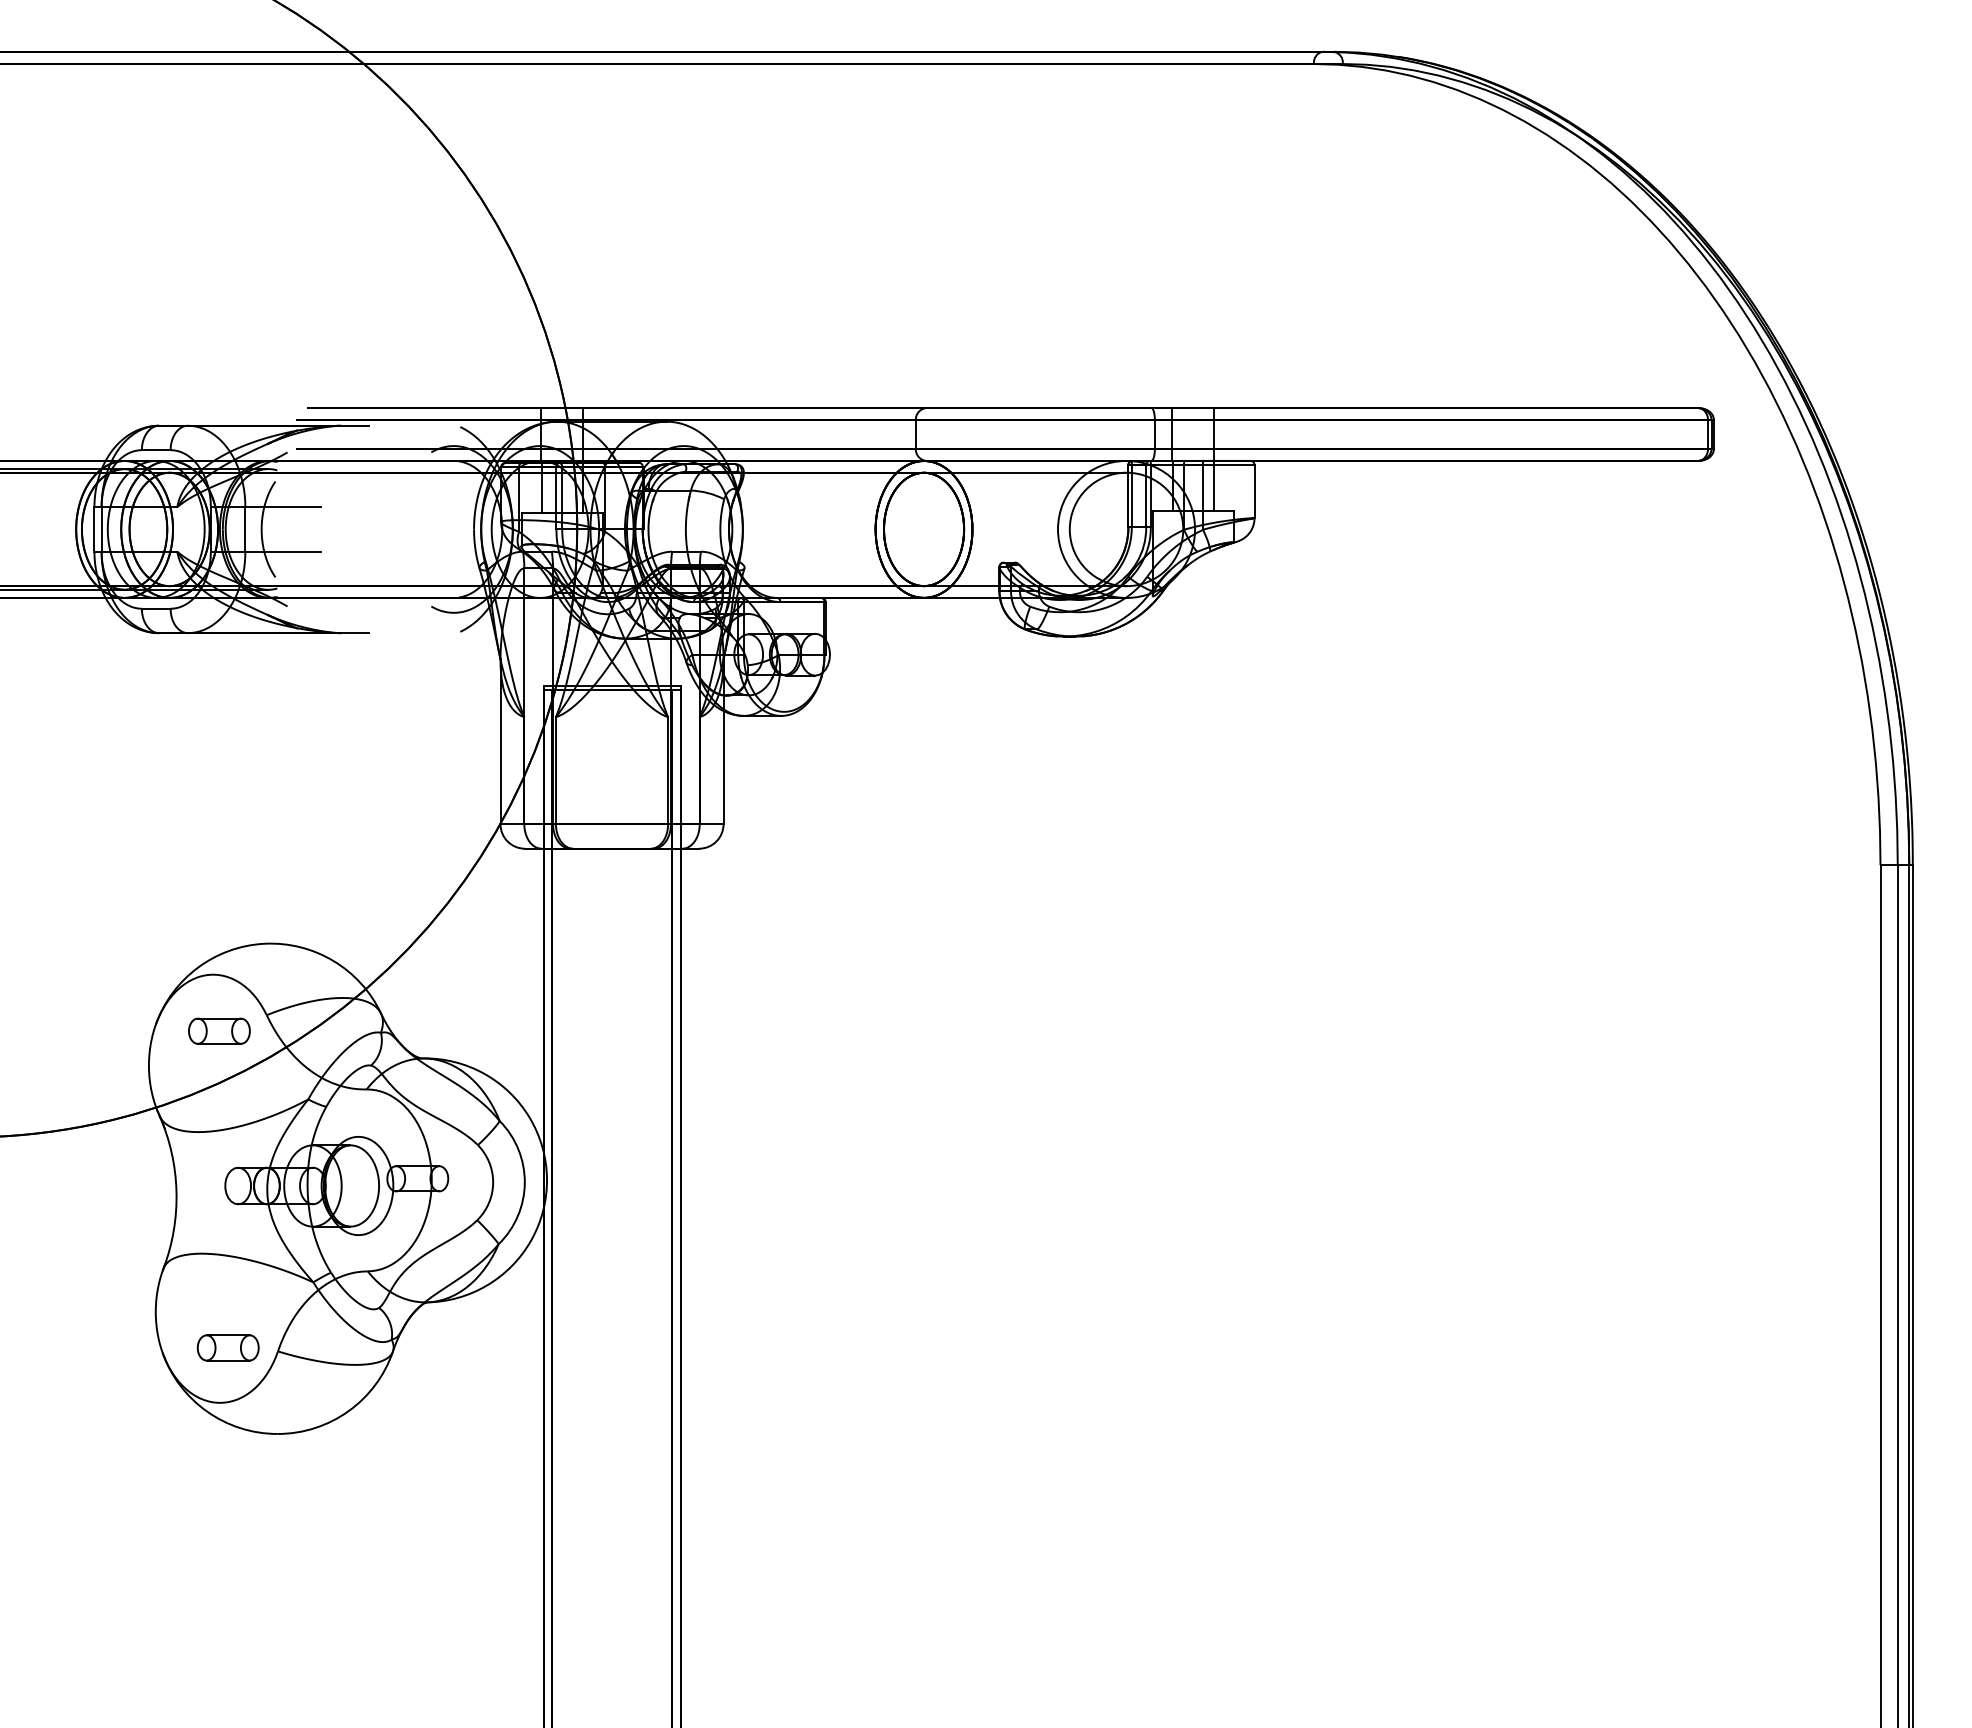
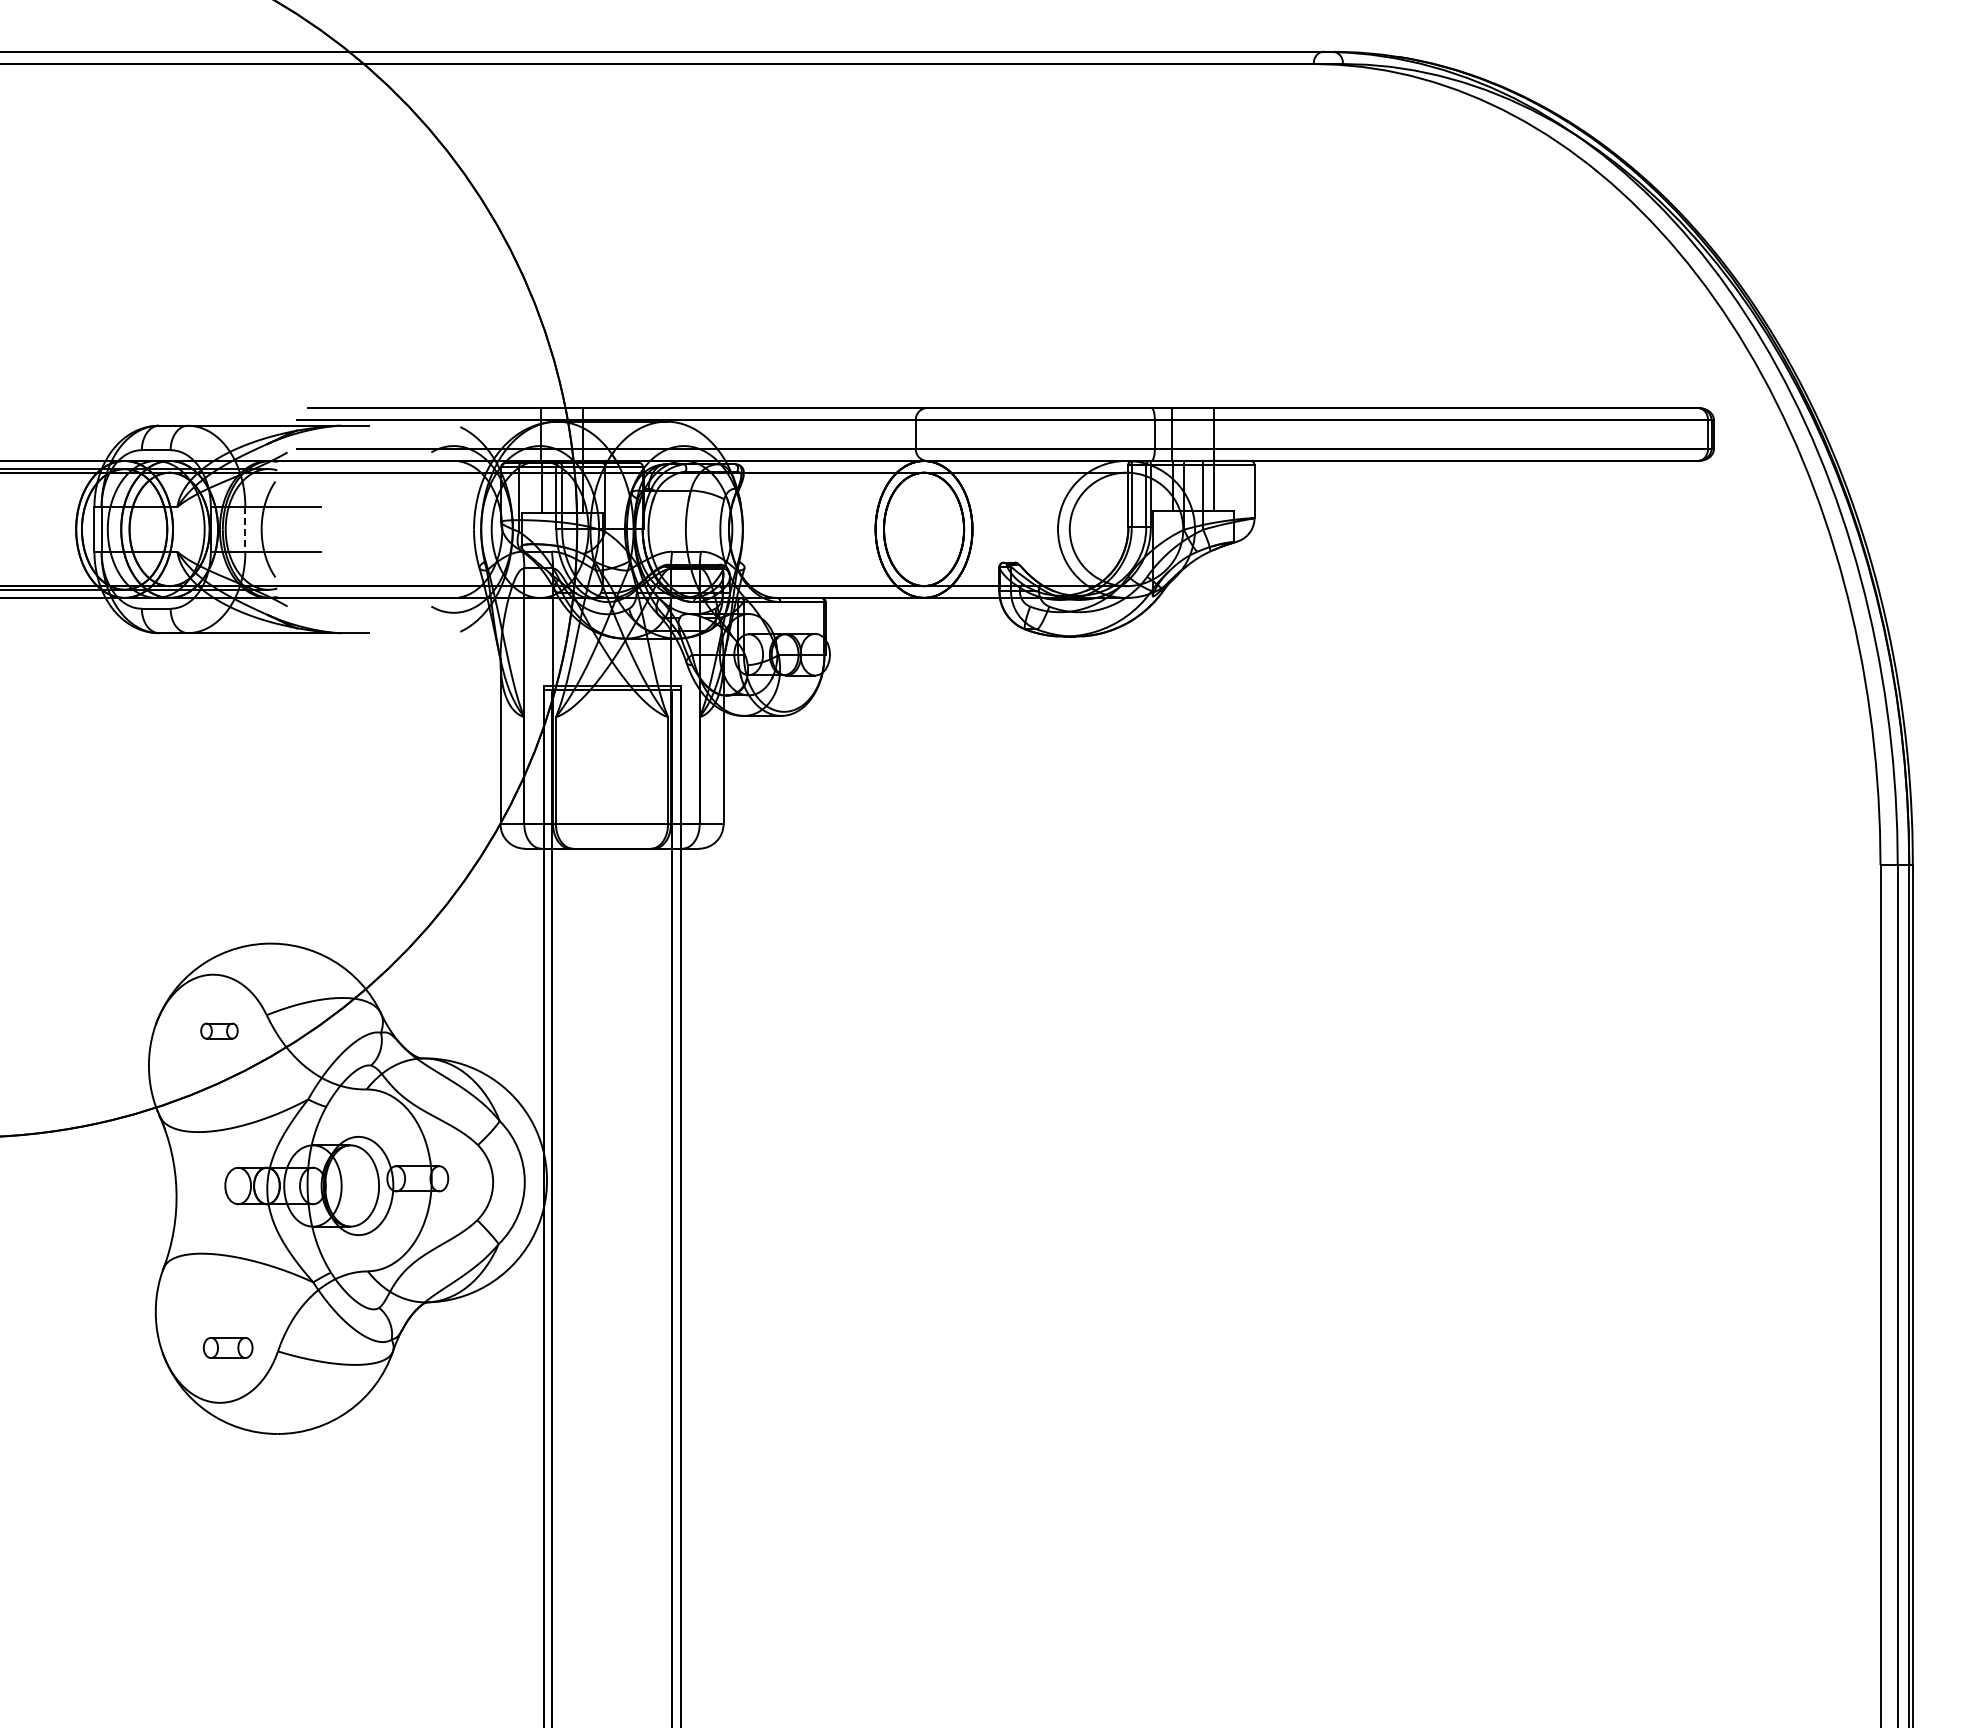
line at (245, 529): solid -> dashed
part at (219, 1030) size: 63x28 px -> 39x18 px
part at (227, 1347) size: 64x28 px -> 51x22 px
